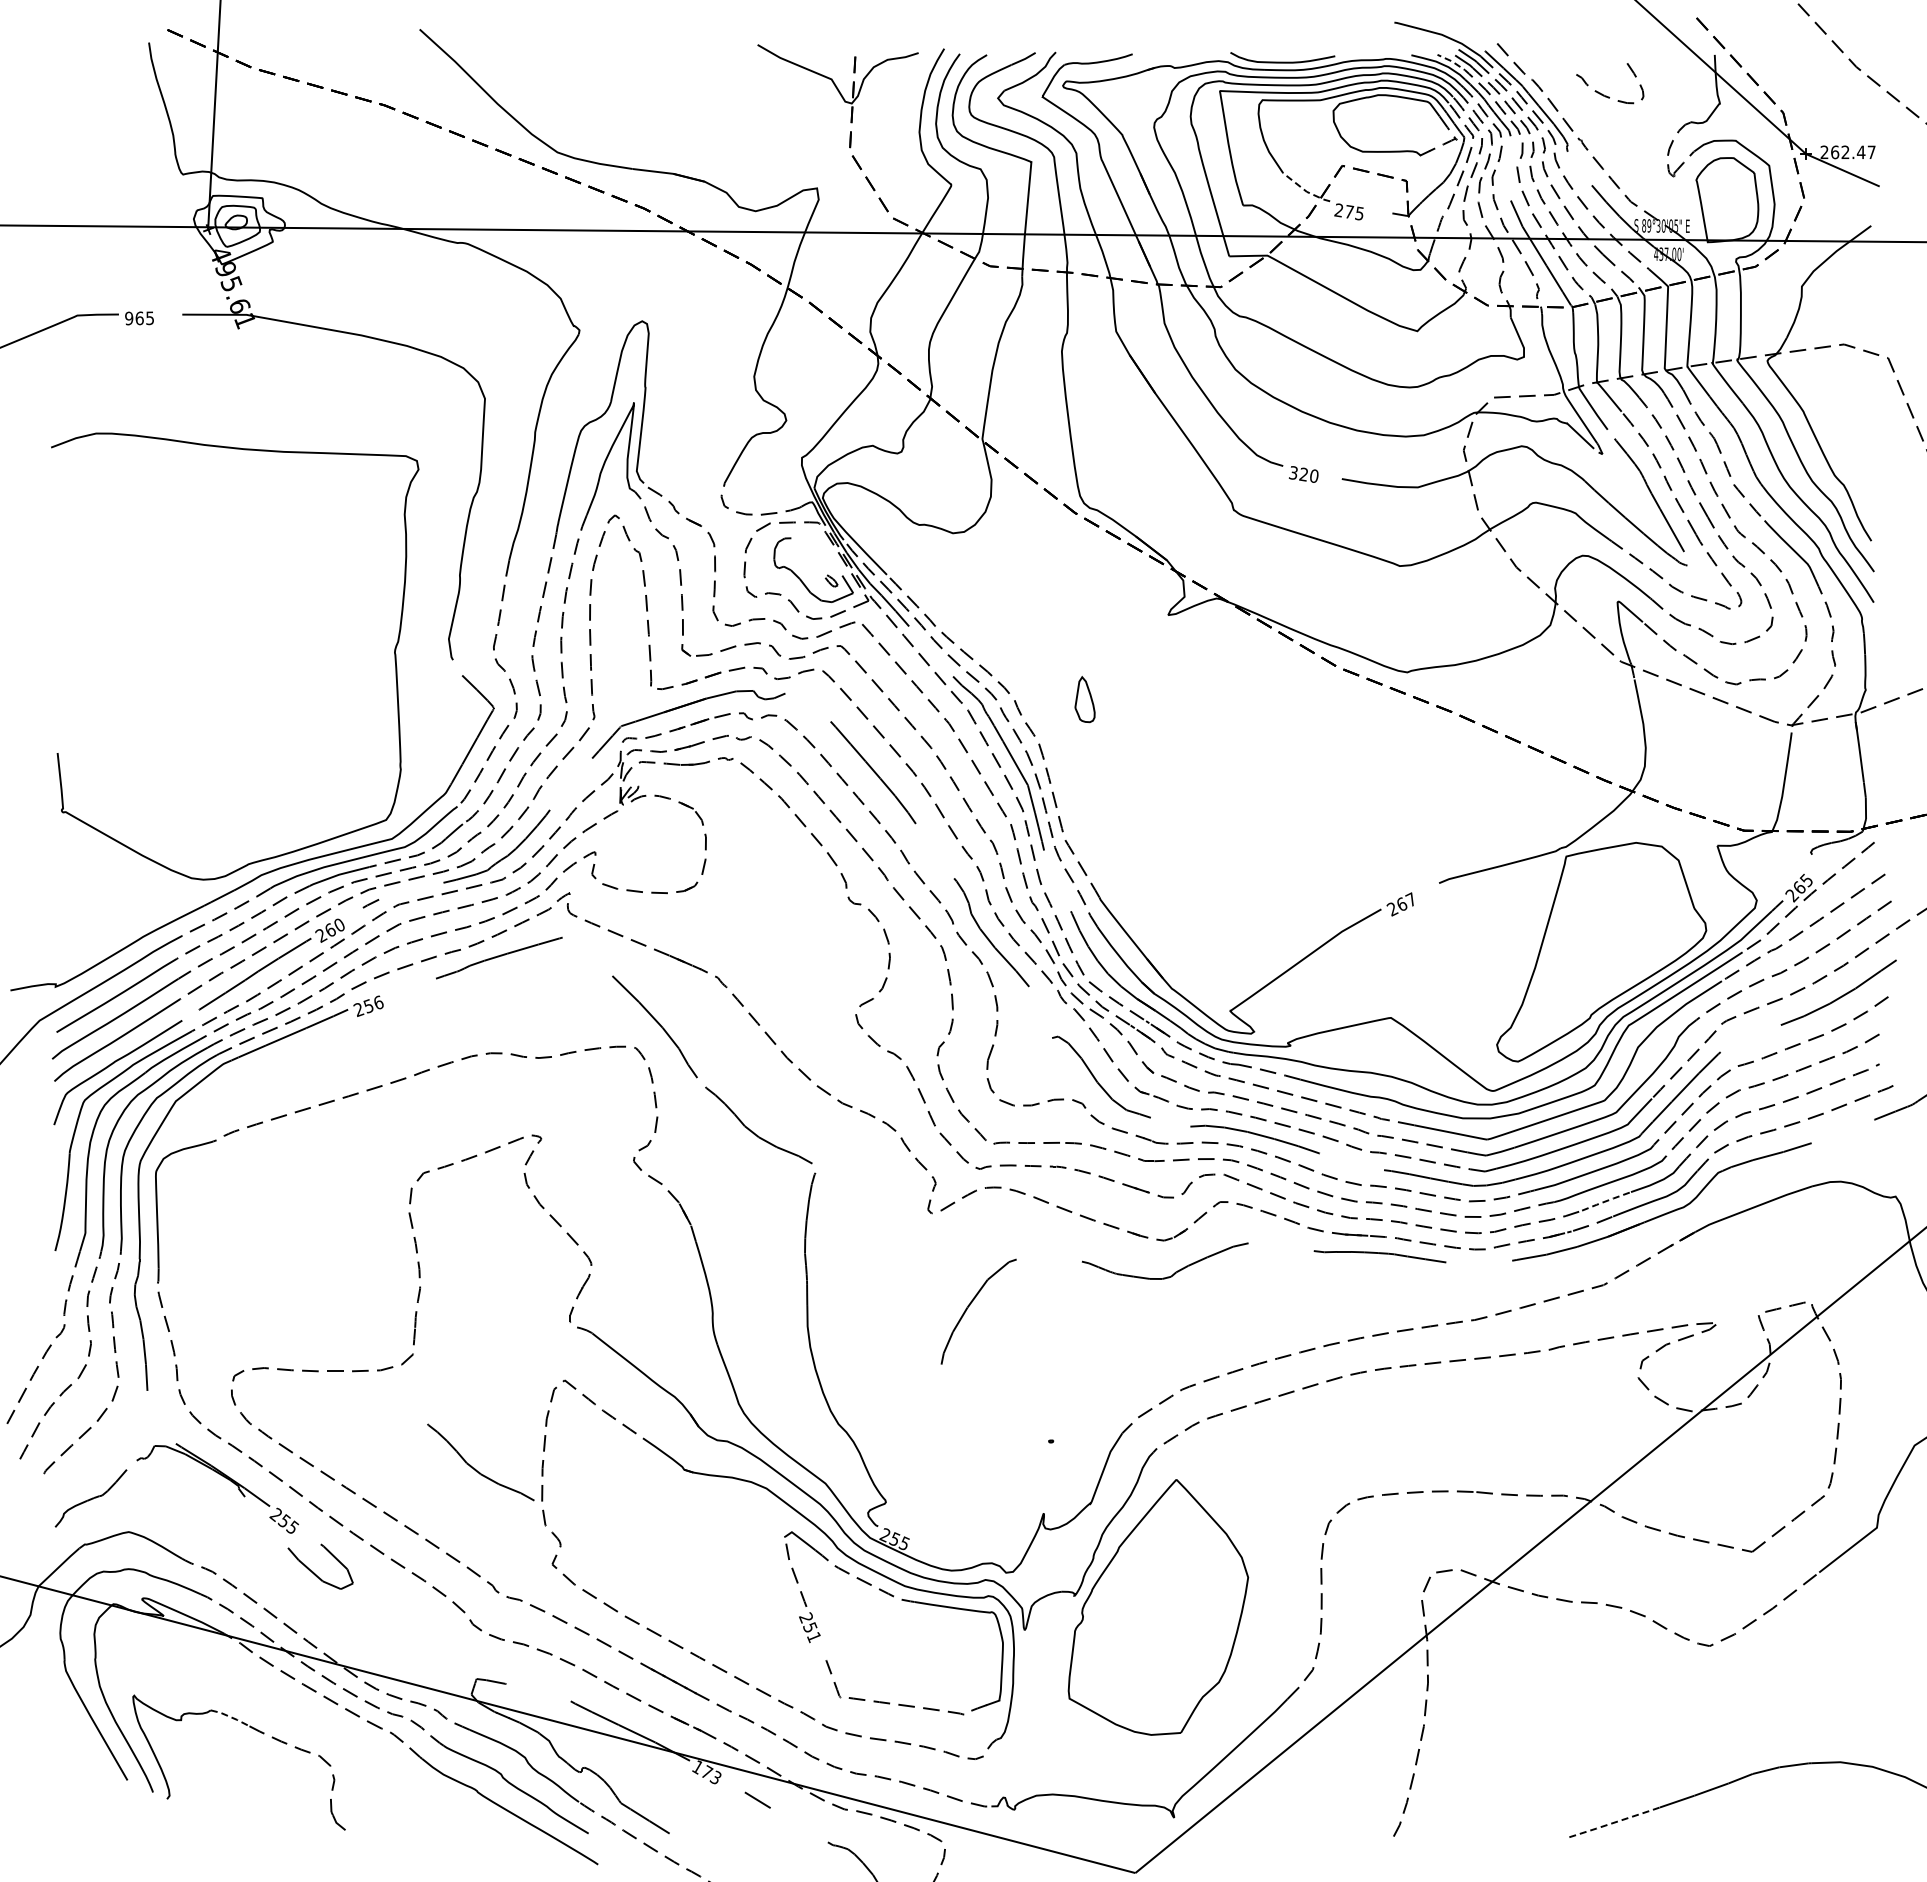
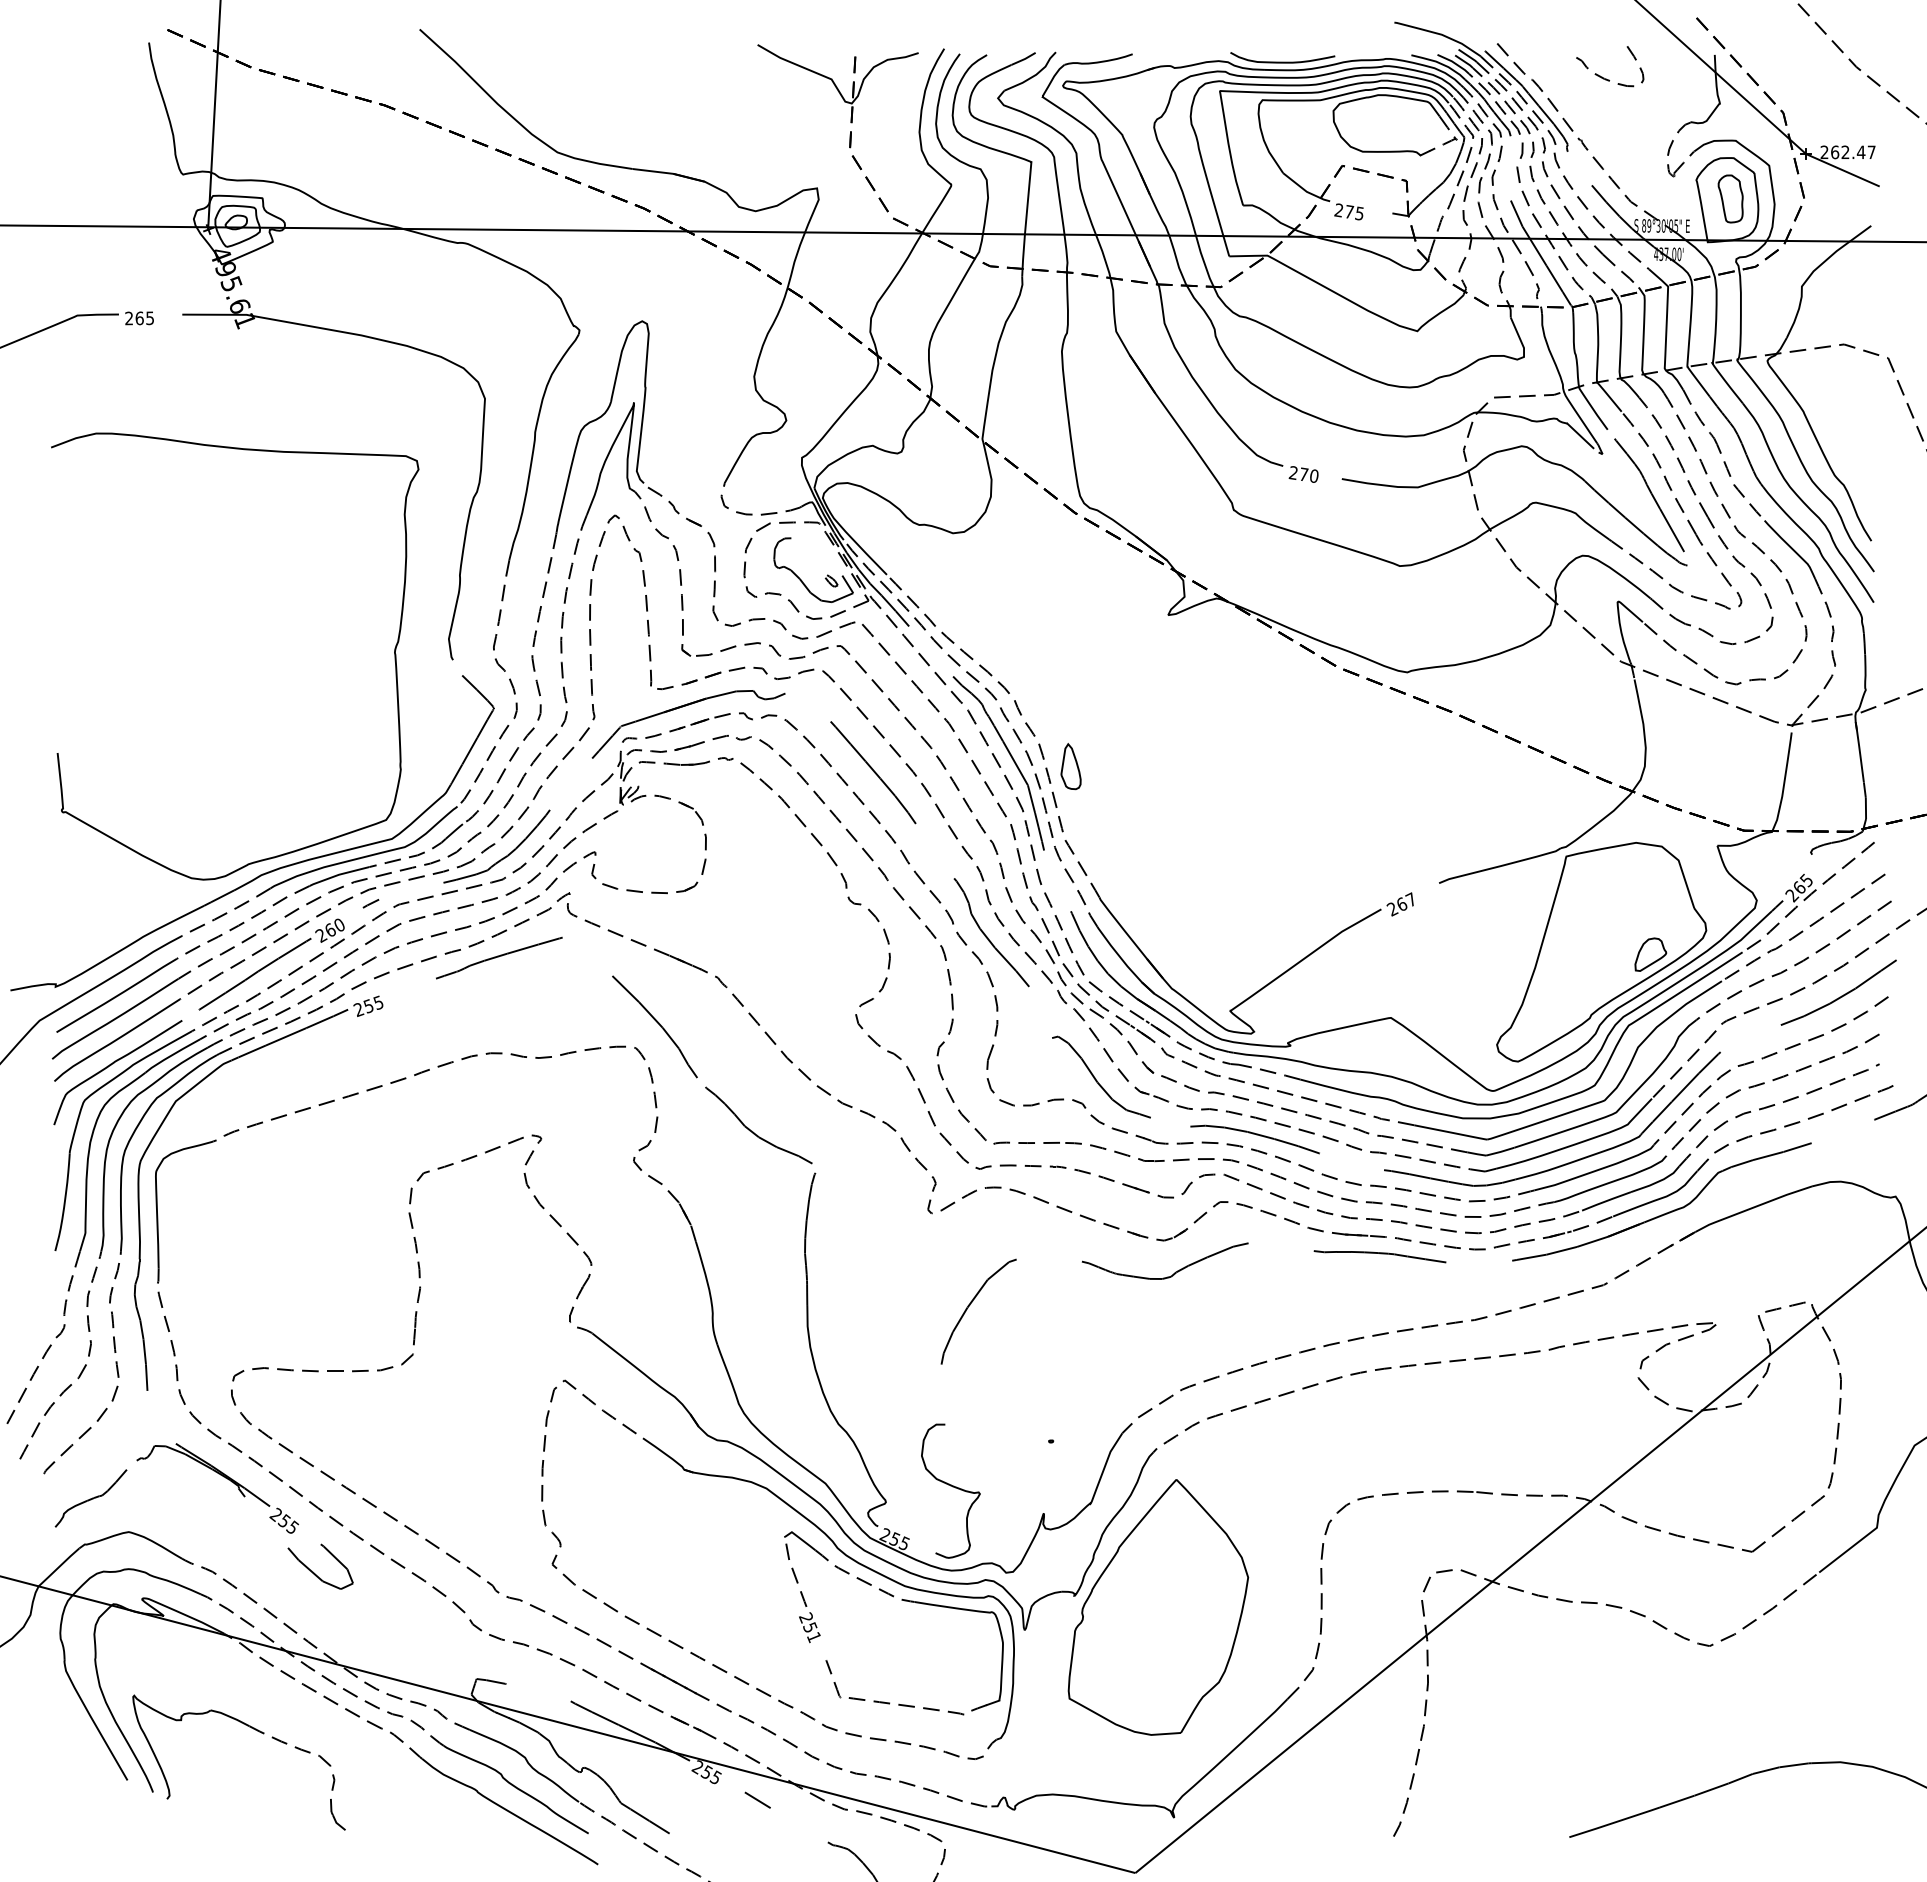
line at (1454, 62): dashed -> solid
curve at (1604, 94) position: (1604, 94) -> (1604, 77)
line at (1305, 190): dashed -> solid
part at (1730, 198): none -> present
text at (129, 318): 965 -> 265
text at (1298, 473): 320 -> 270
part at (1084, 699) position: (1084, 699) -> (1070, 766)
part at (1650, 954): none -> present
text at (378, 1002): 256 -> 255
line at (1606, 1200): dashed -> solid
curve at (475, 1468): present -> none
curve at (952, 1487): none -> present
line at (230, 1717): dashed -> solid
text at (706, 1772): 173 -> 255
line at (1614, 1822): dashed -> solid
